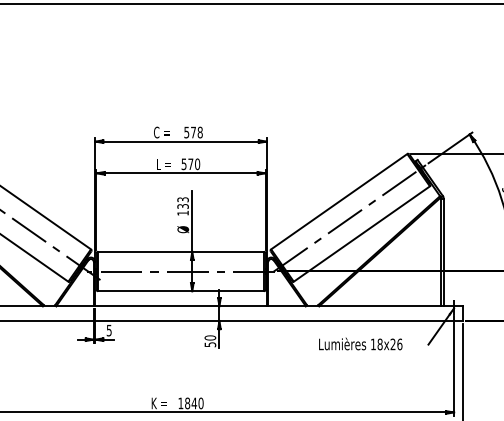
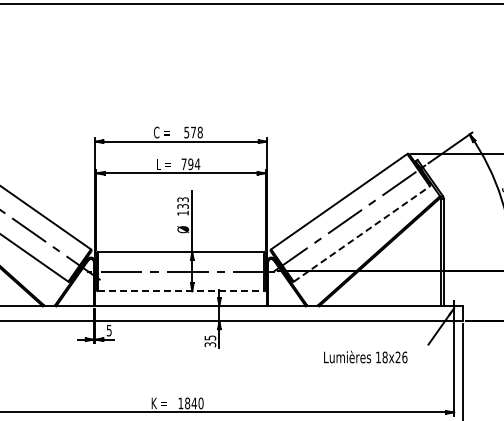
text at (190, 164): 570 -> 794
line at (362, 233): solid -> dashed
line at (181, 291): solid -> dashed
text at (210, 340): 50 -> 35
text at (360, 343) position: (360, 343) -> (365, 356)
